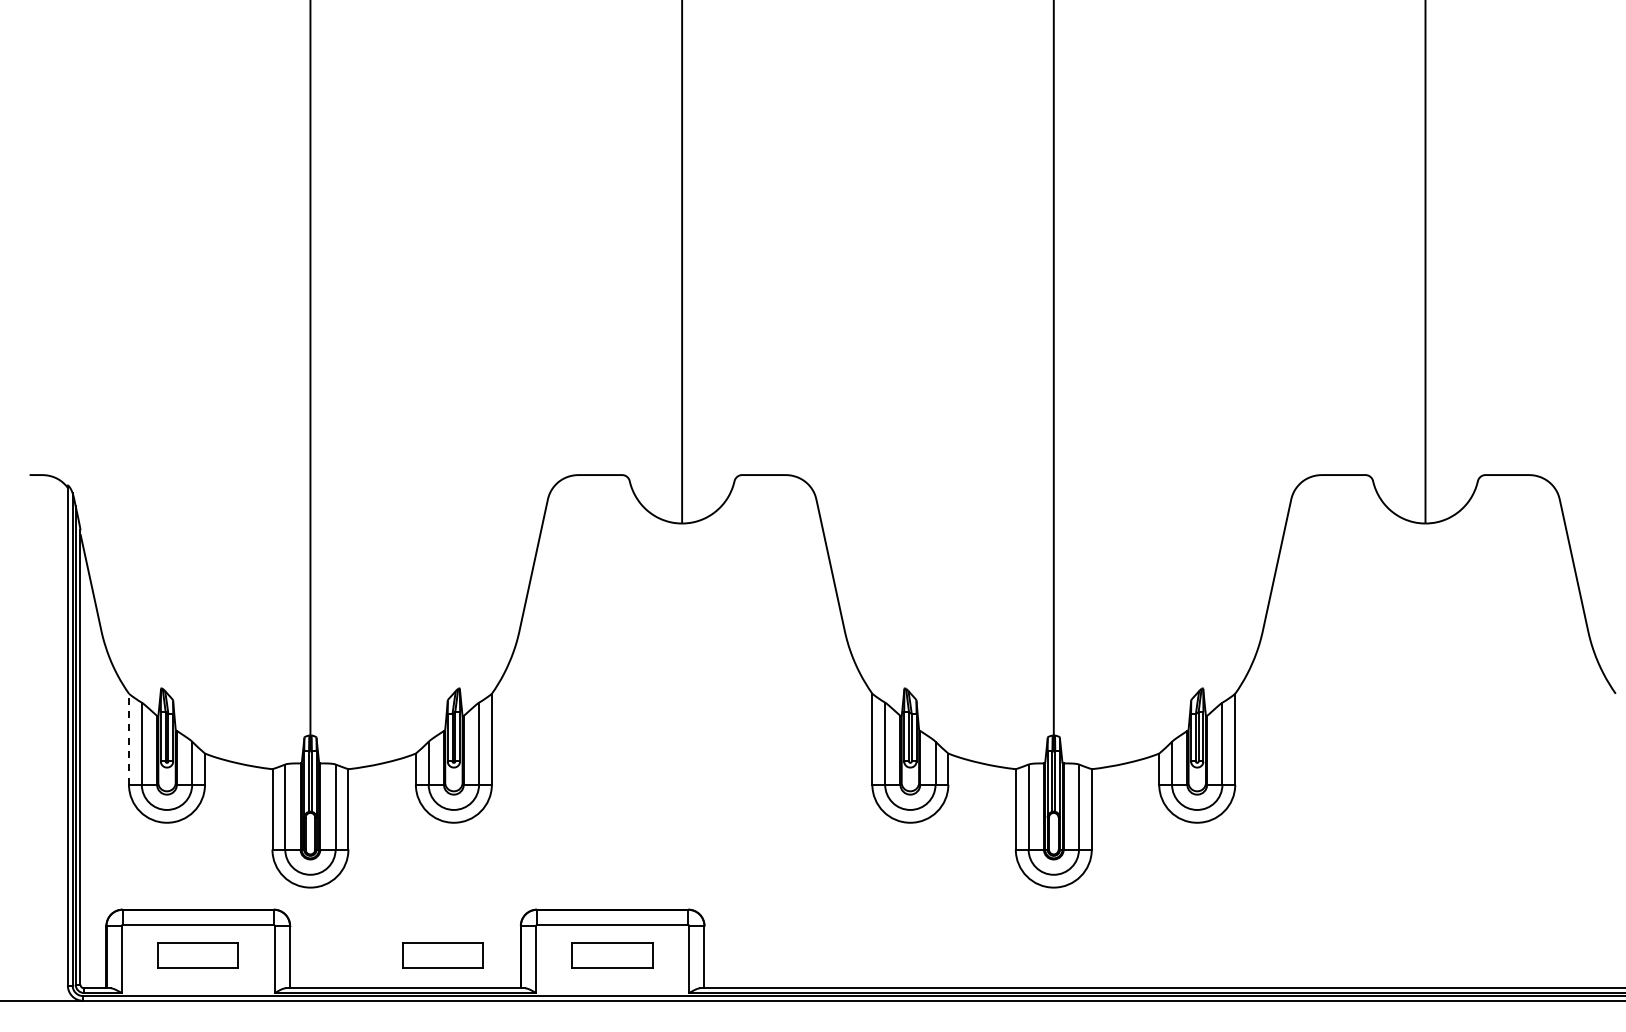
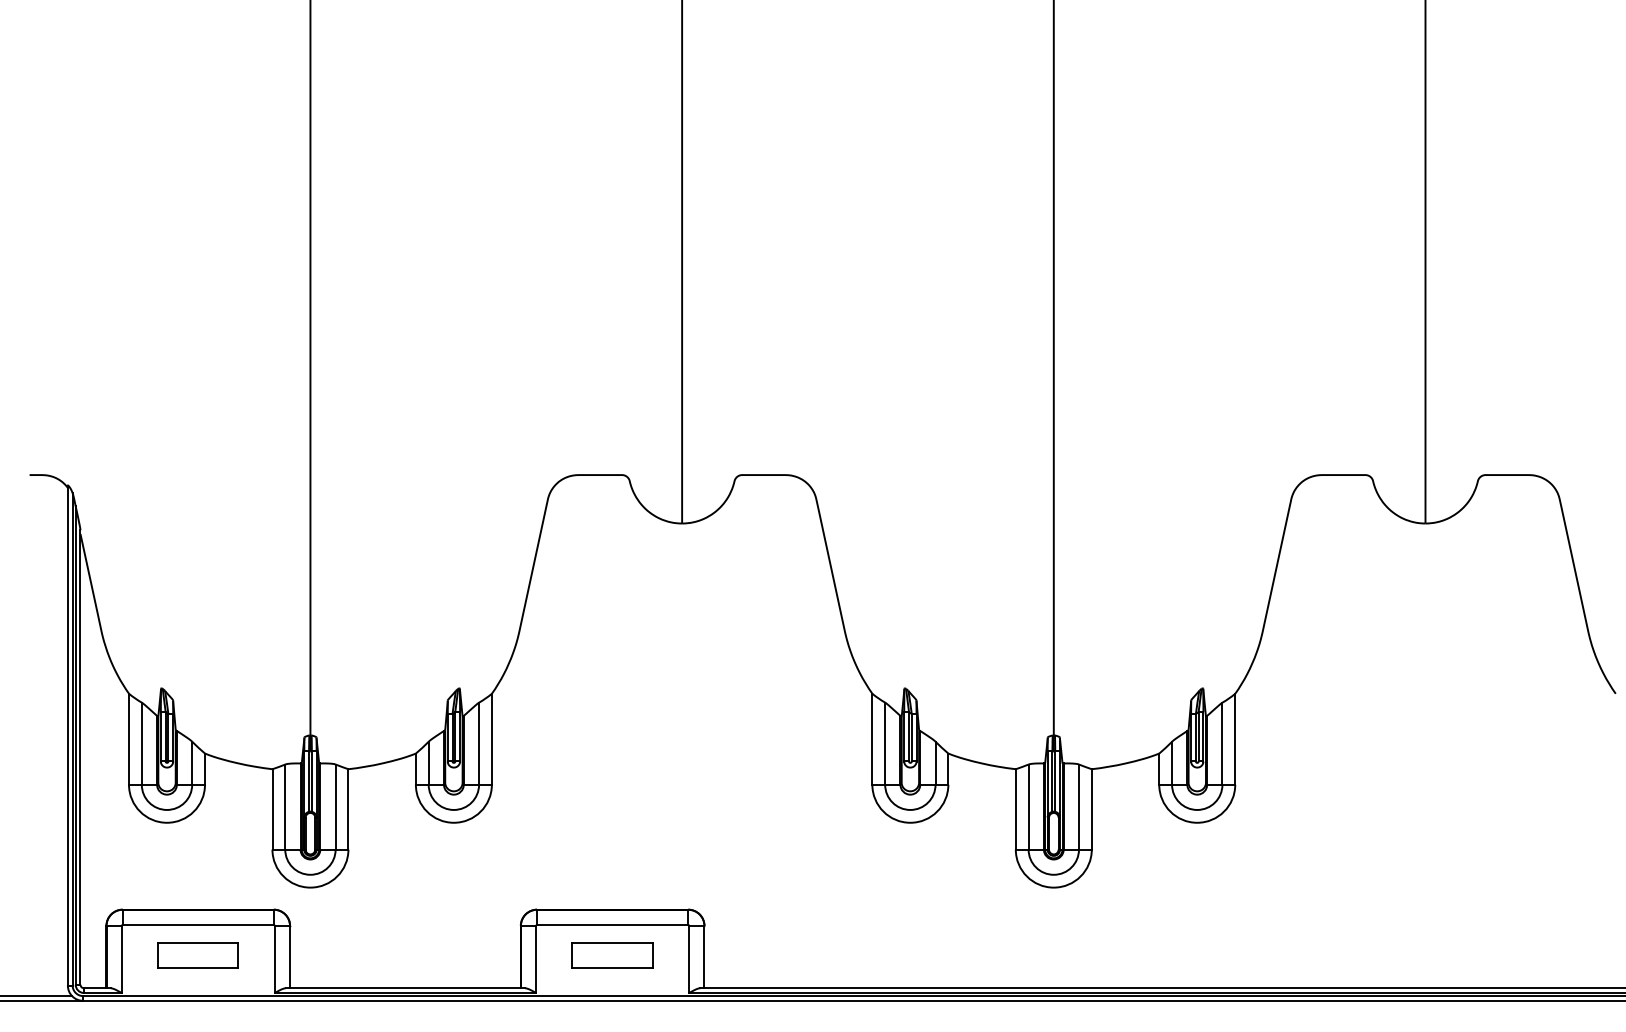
line at (129, 738): dashed -> solid
part at (442, 955): present -> none
line at (37, 996): none -> present
